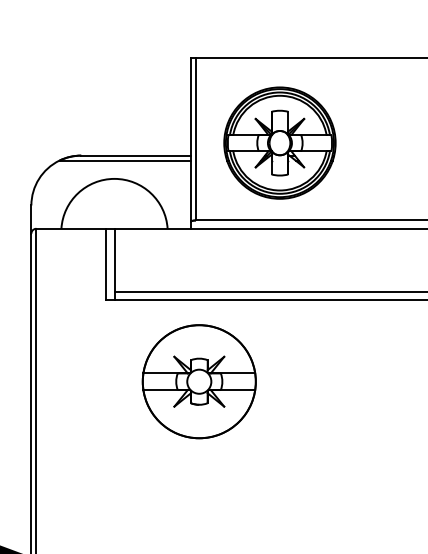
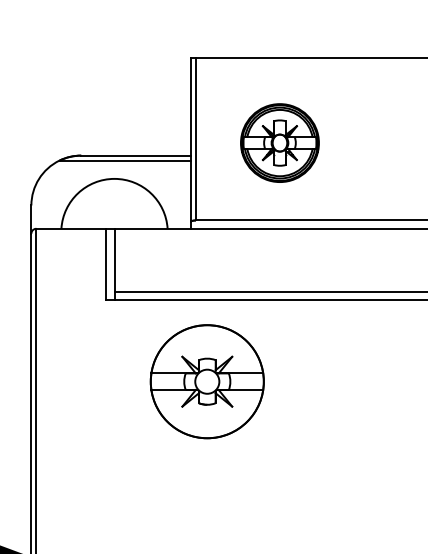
part at (279, 142) size: 114x114 px -> 80x80 px
part at (198, 381) position: (198, 381) -> (206, 381)
